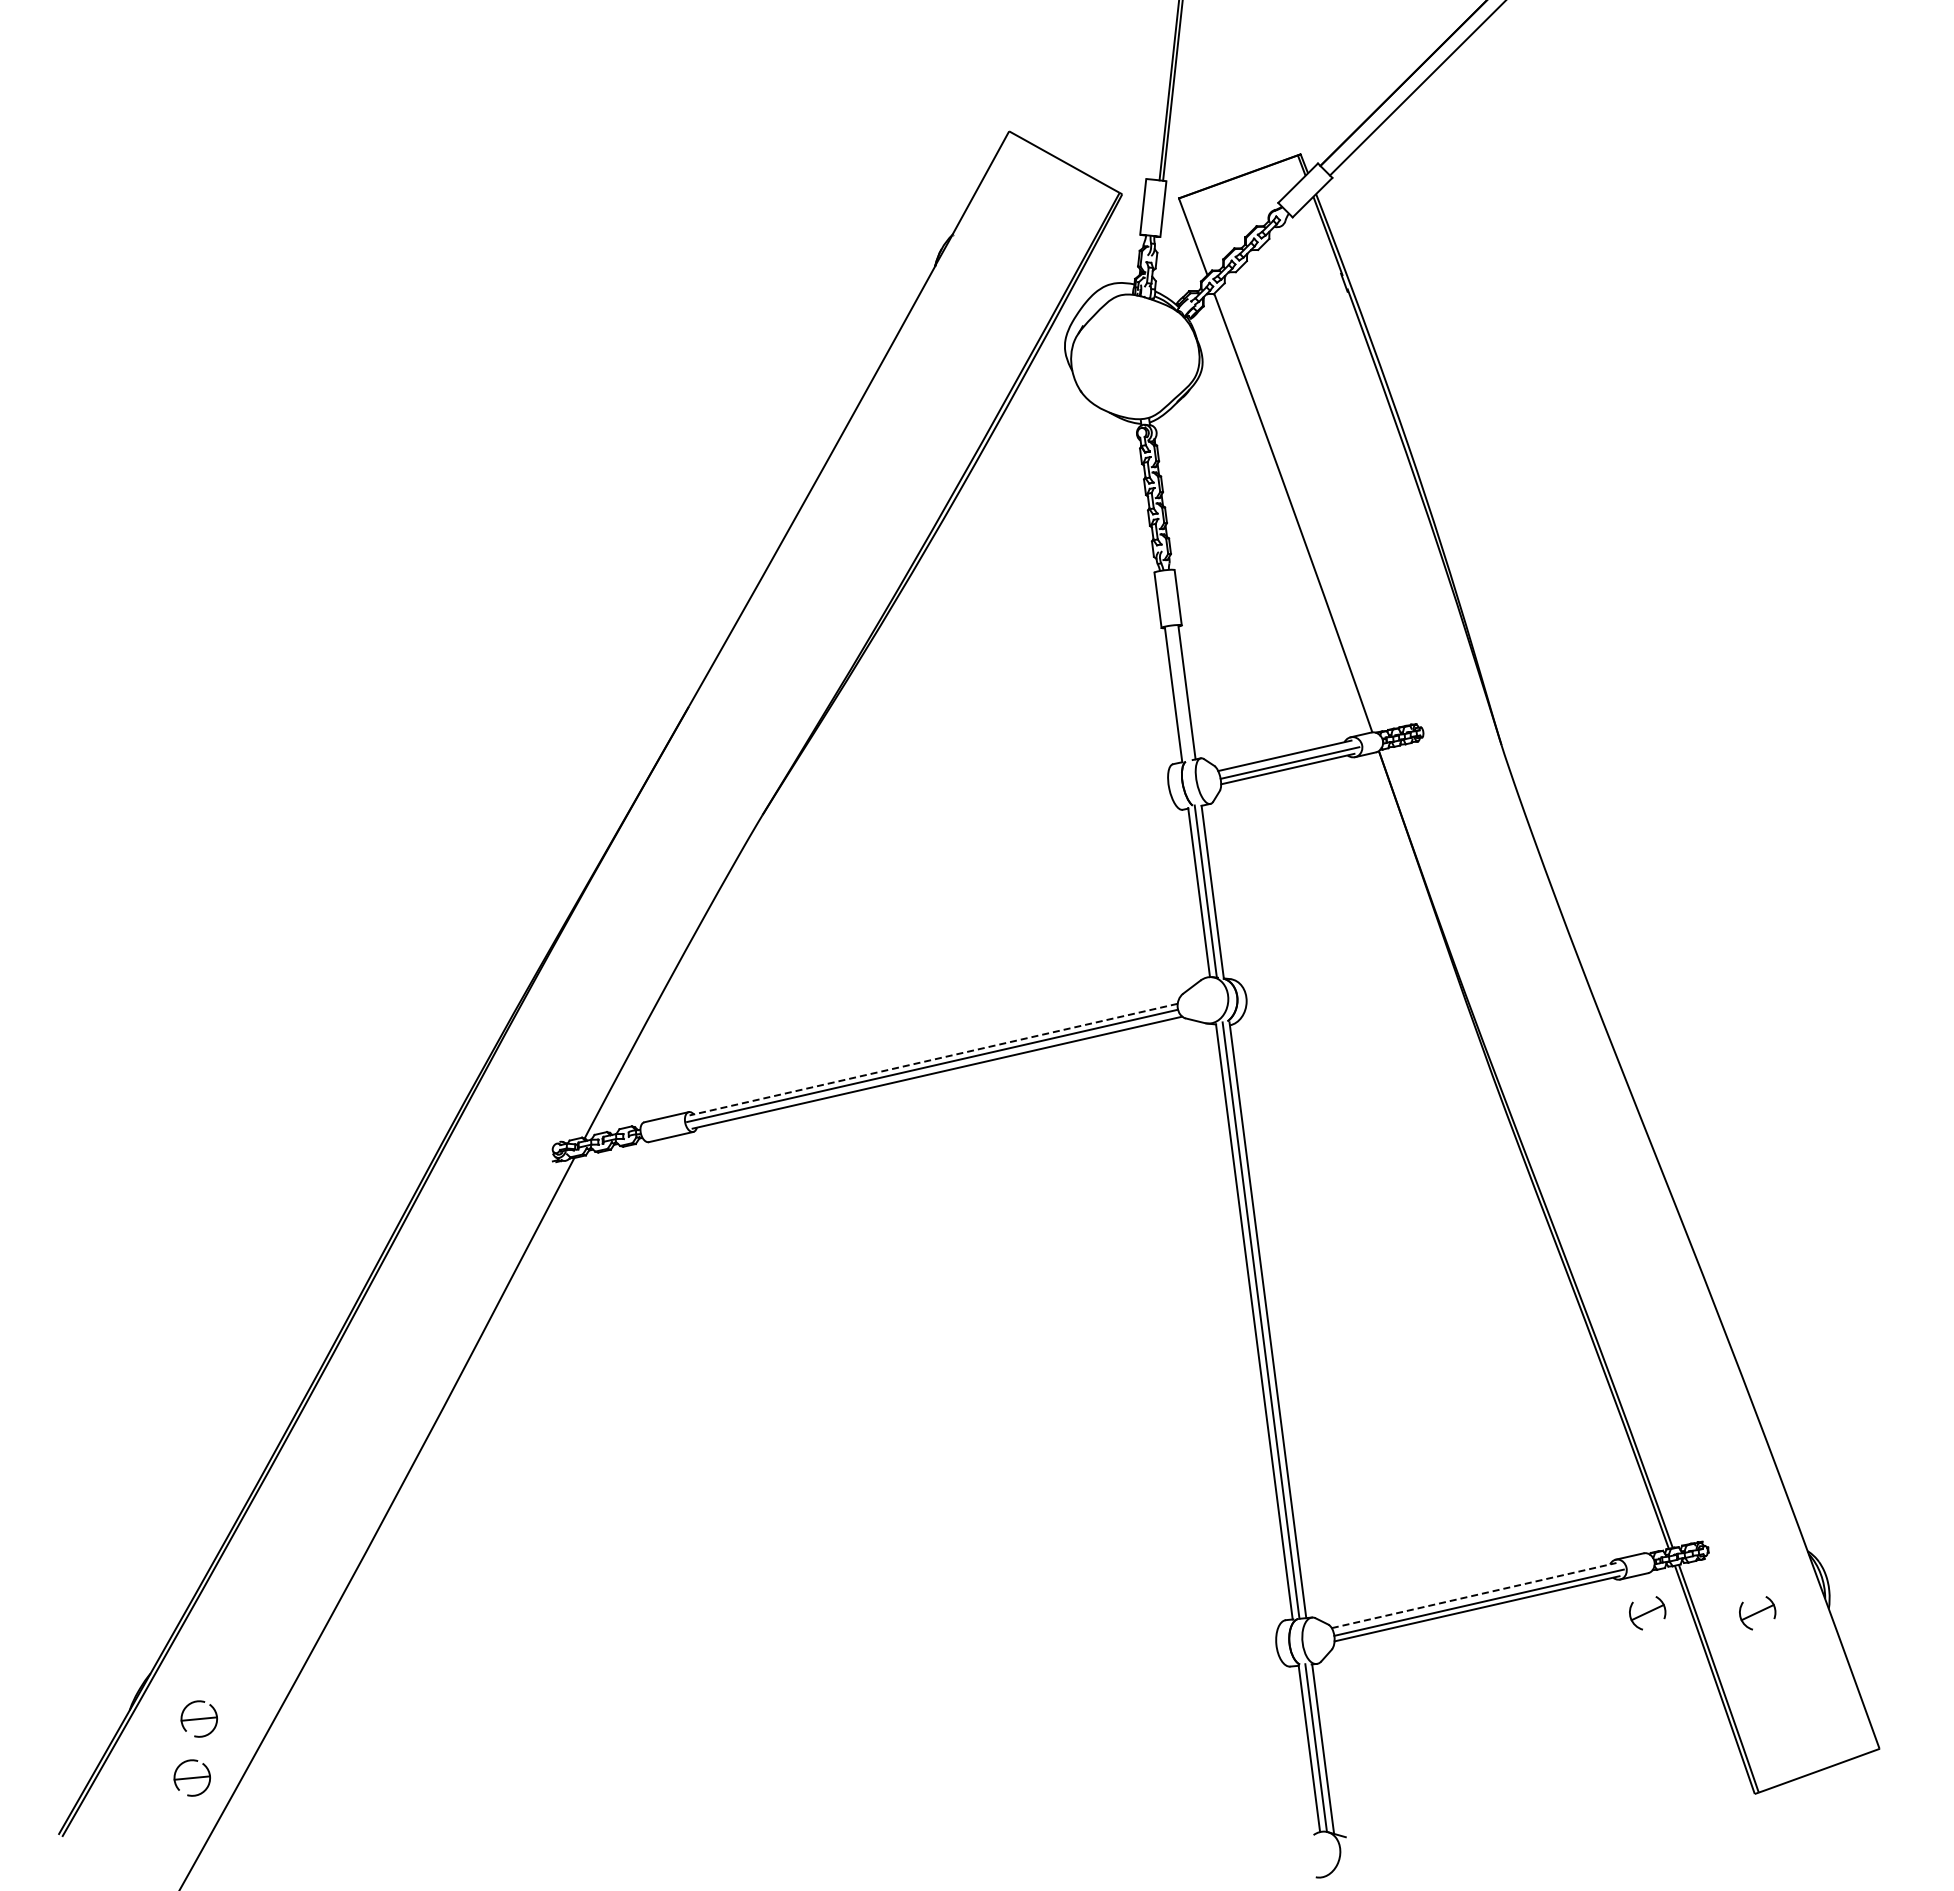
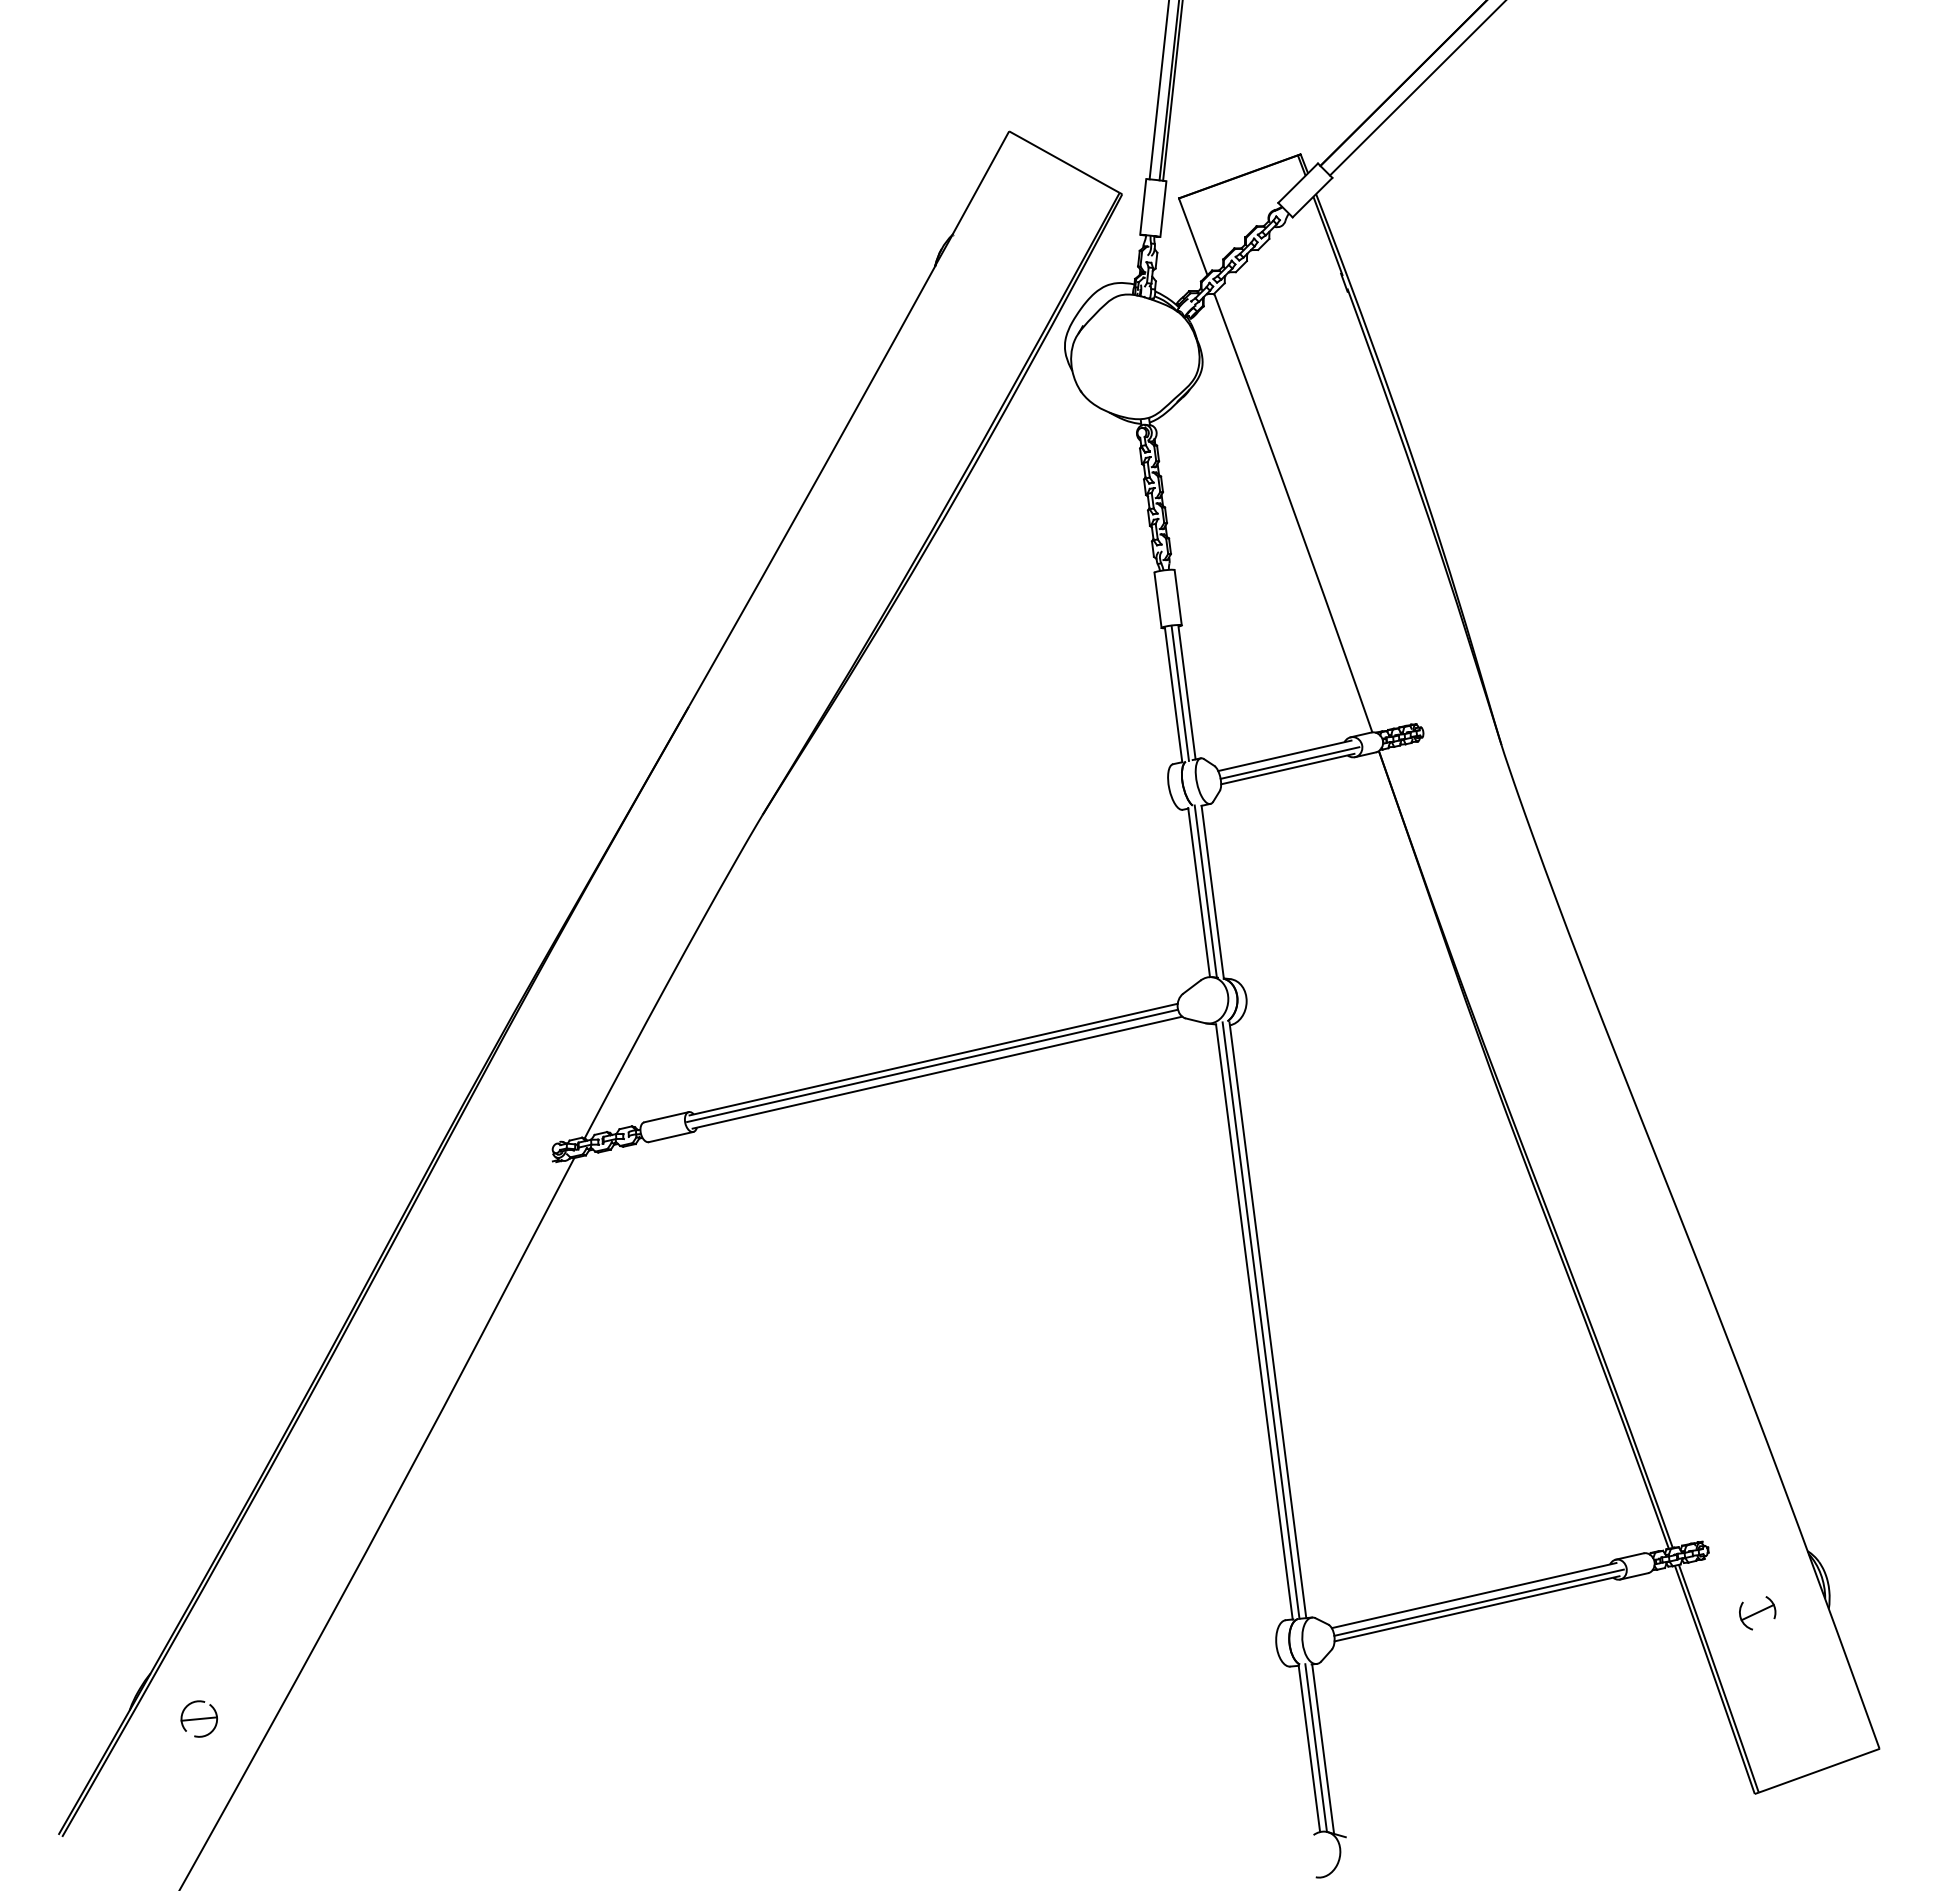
line at (1158, 90): none -> present
line at (1179, 692): none -> present
line at (933, 1059): dashed -> solid
line at (1474, 1595): dashed -> solid
part at (1647, 1613): present -> none
part at (191, 1777): present -> none
